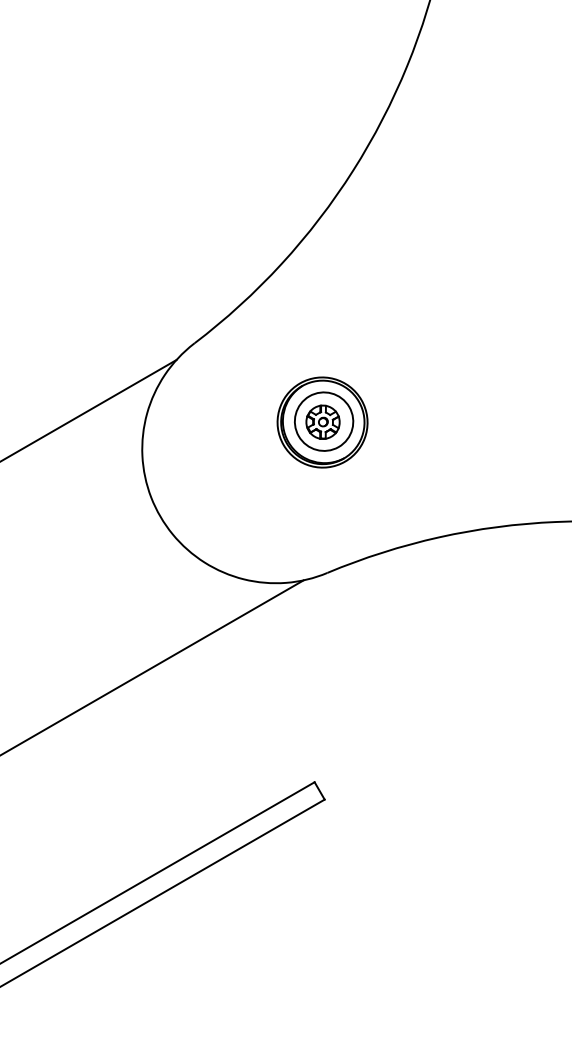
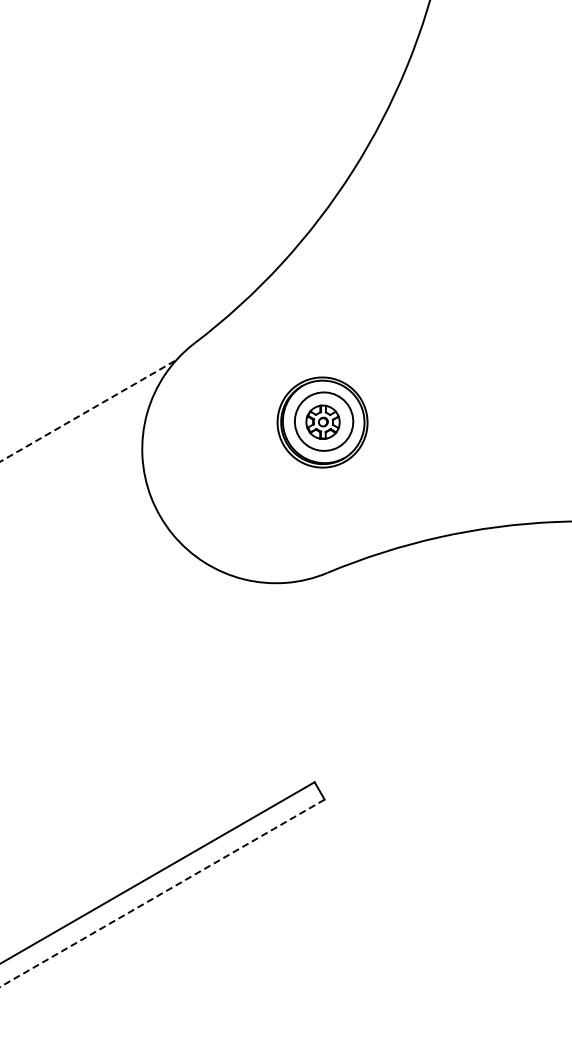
line at (89, 410): solid -> dashed
line at (152, 667): present -> none
line at (161, 893): solid -> dashed
